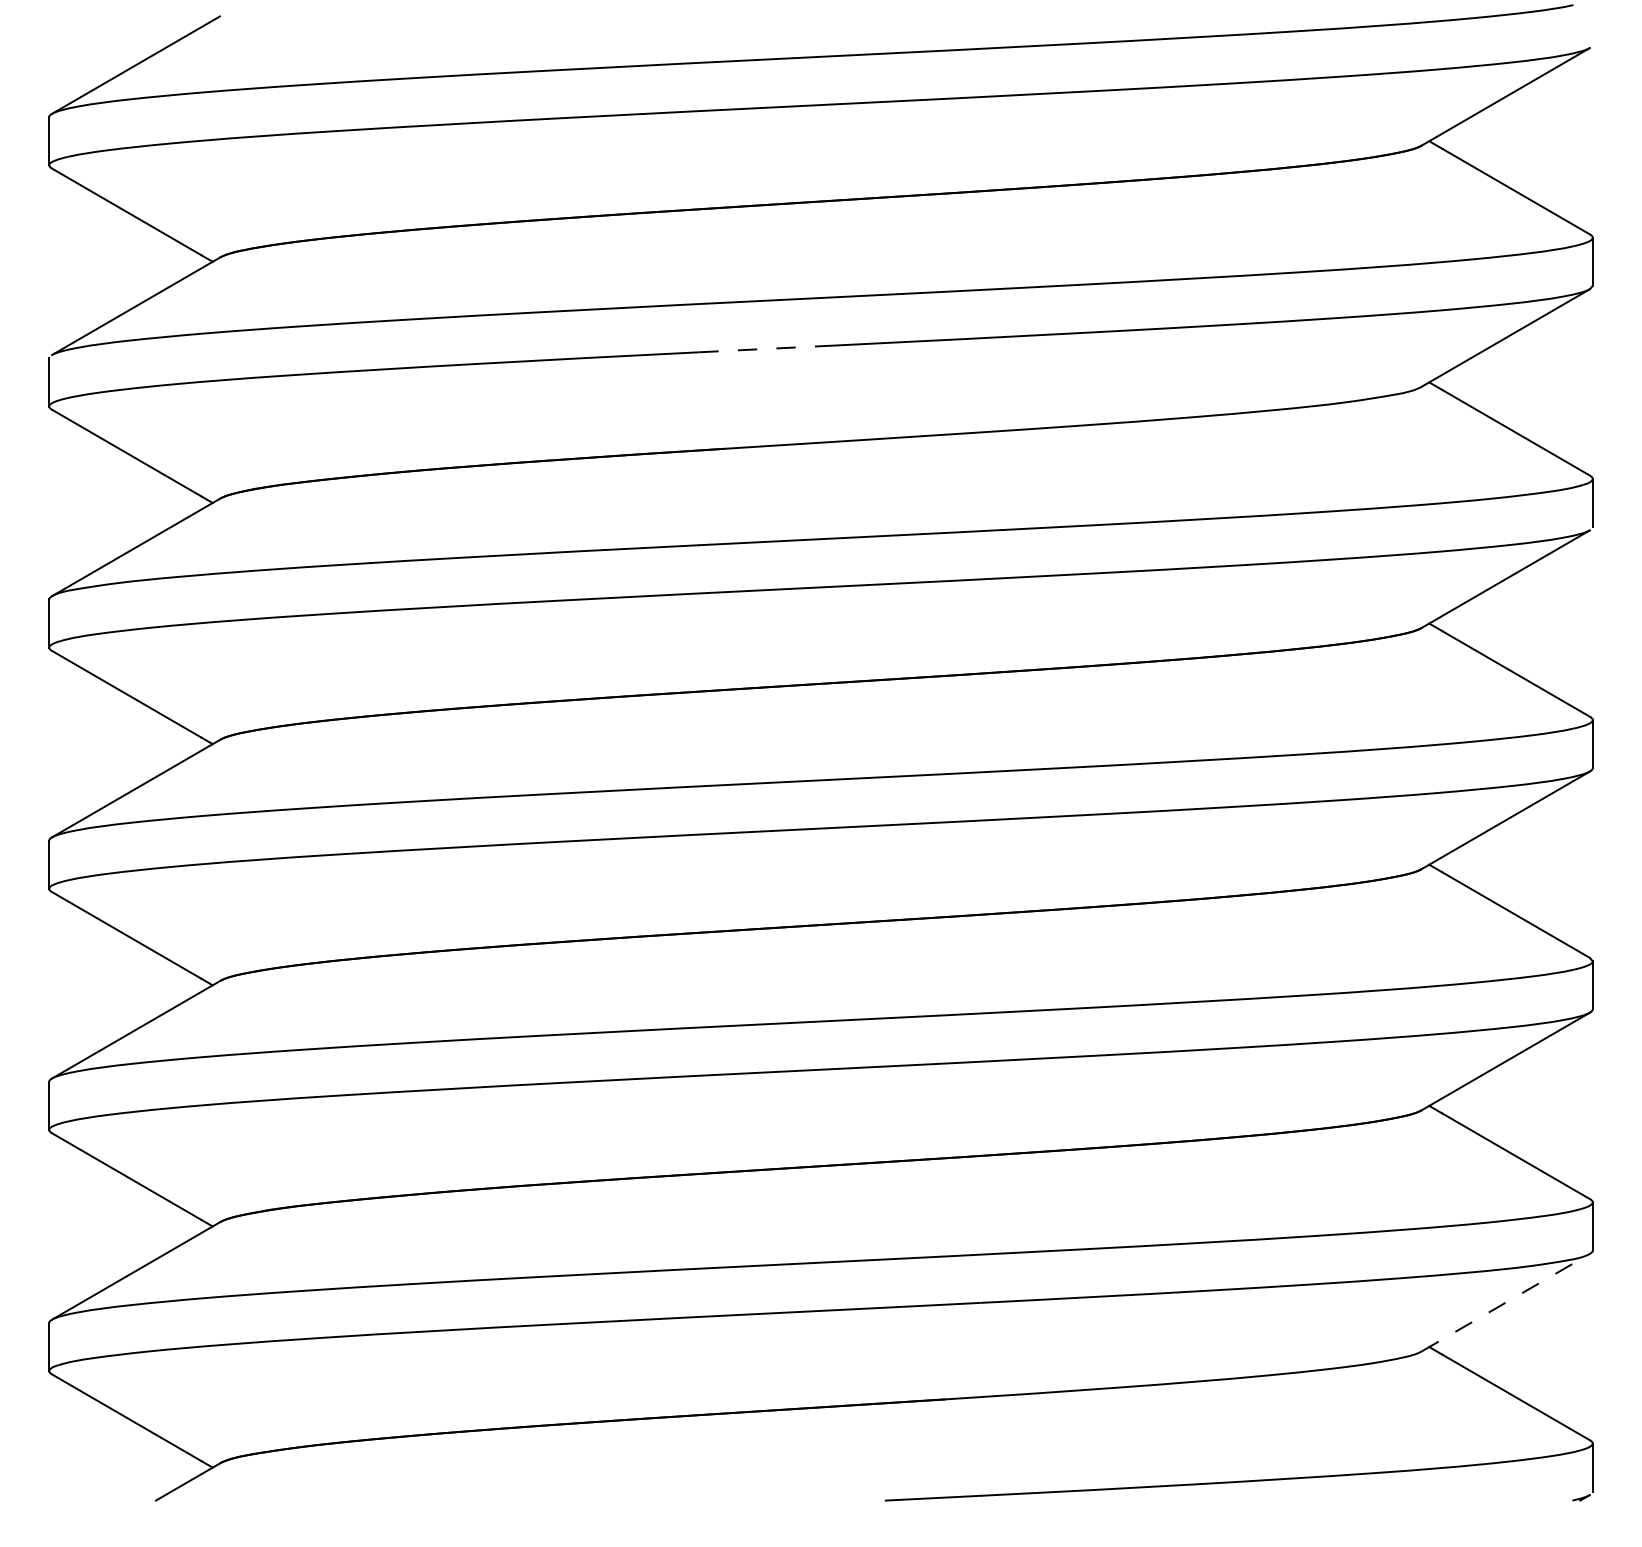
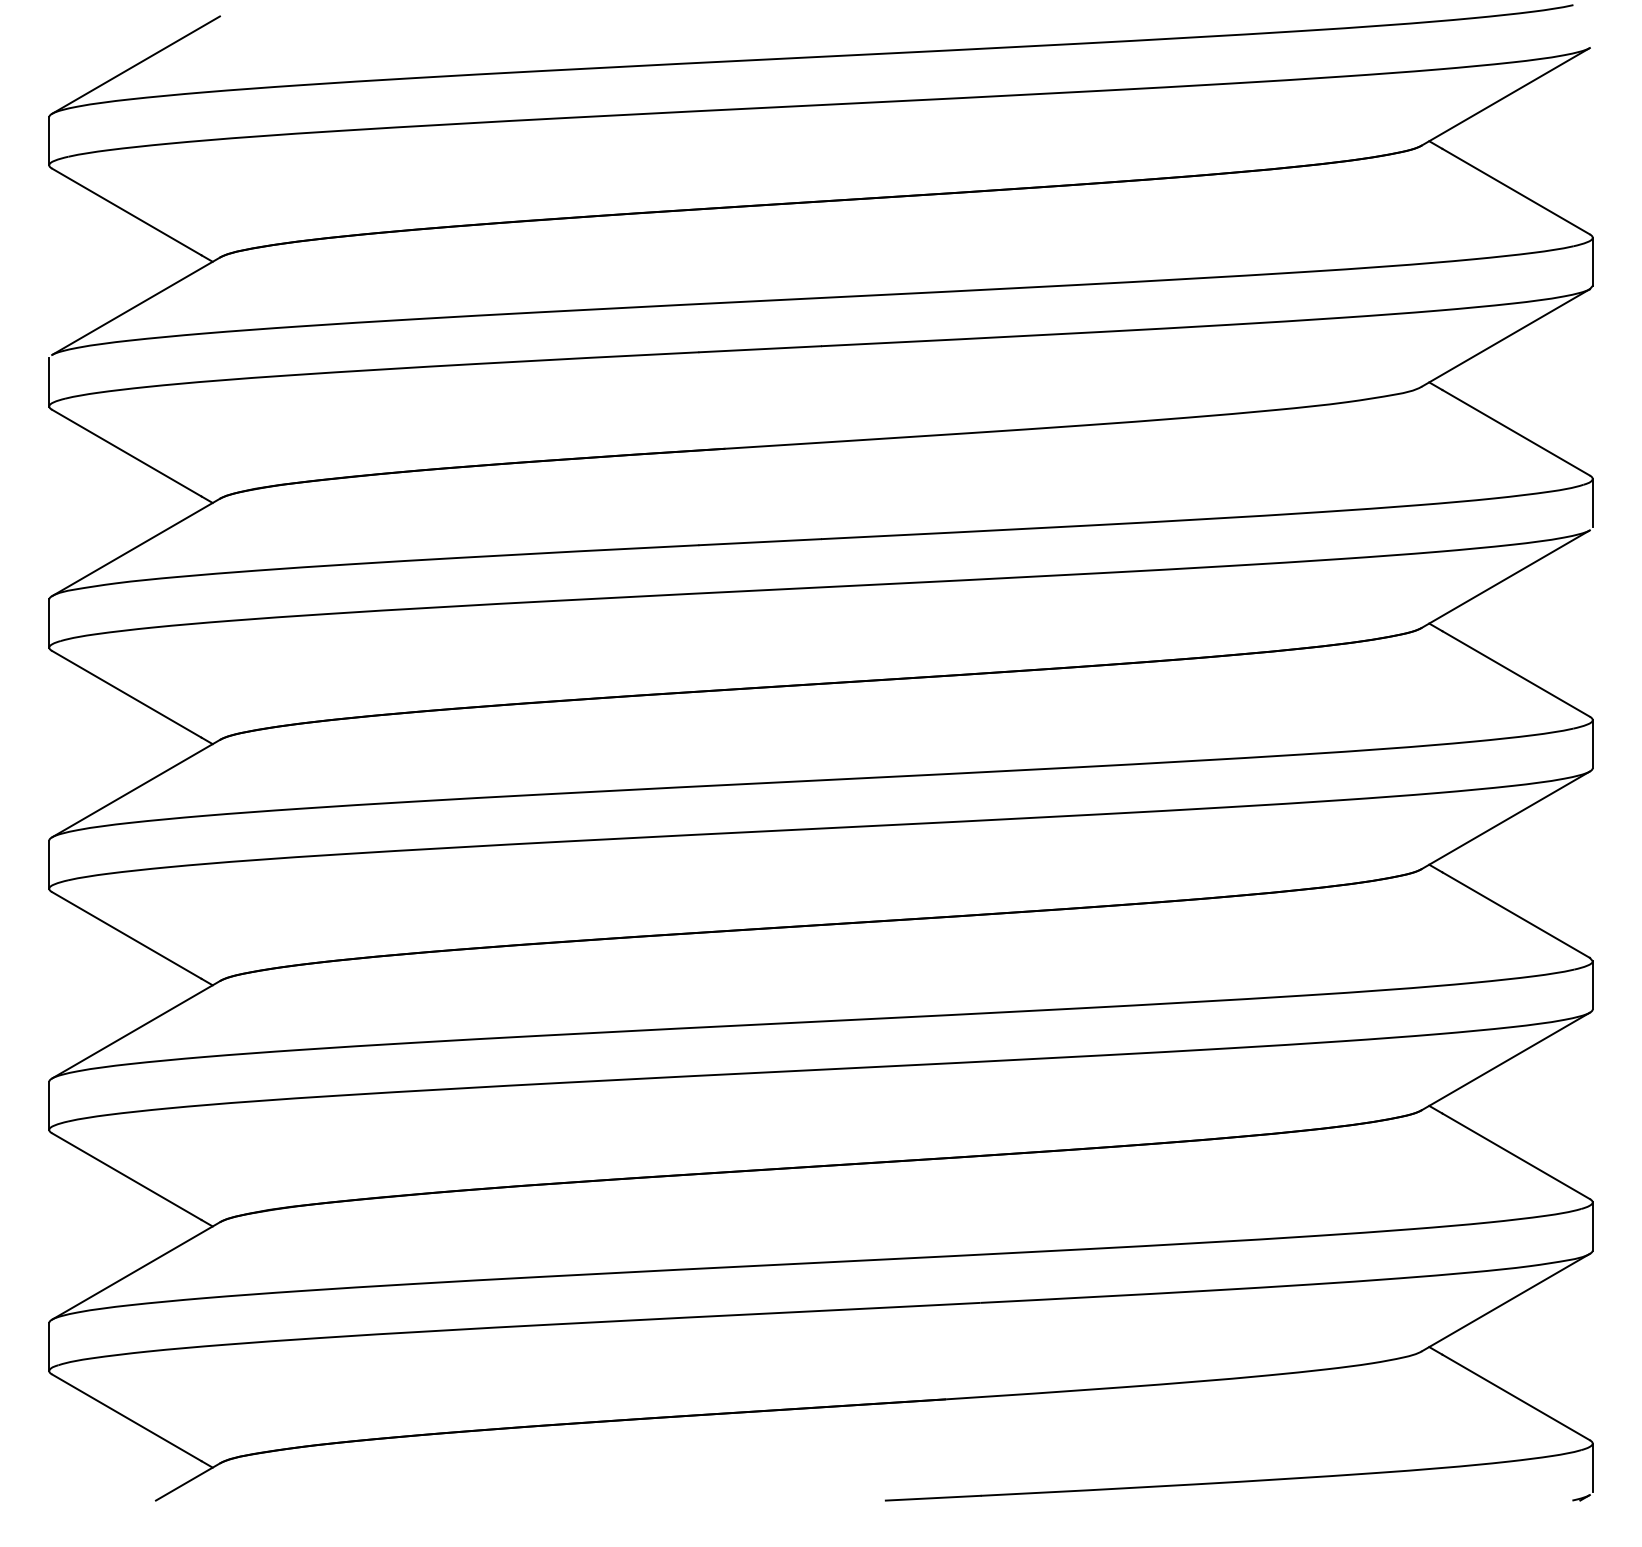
line at (760, 349): dashed -> solid
line at (1506, 1302): dashed -> solid
